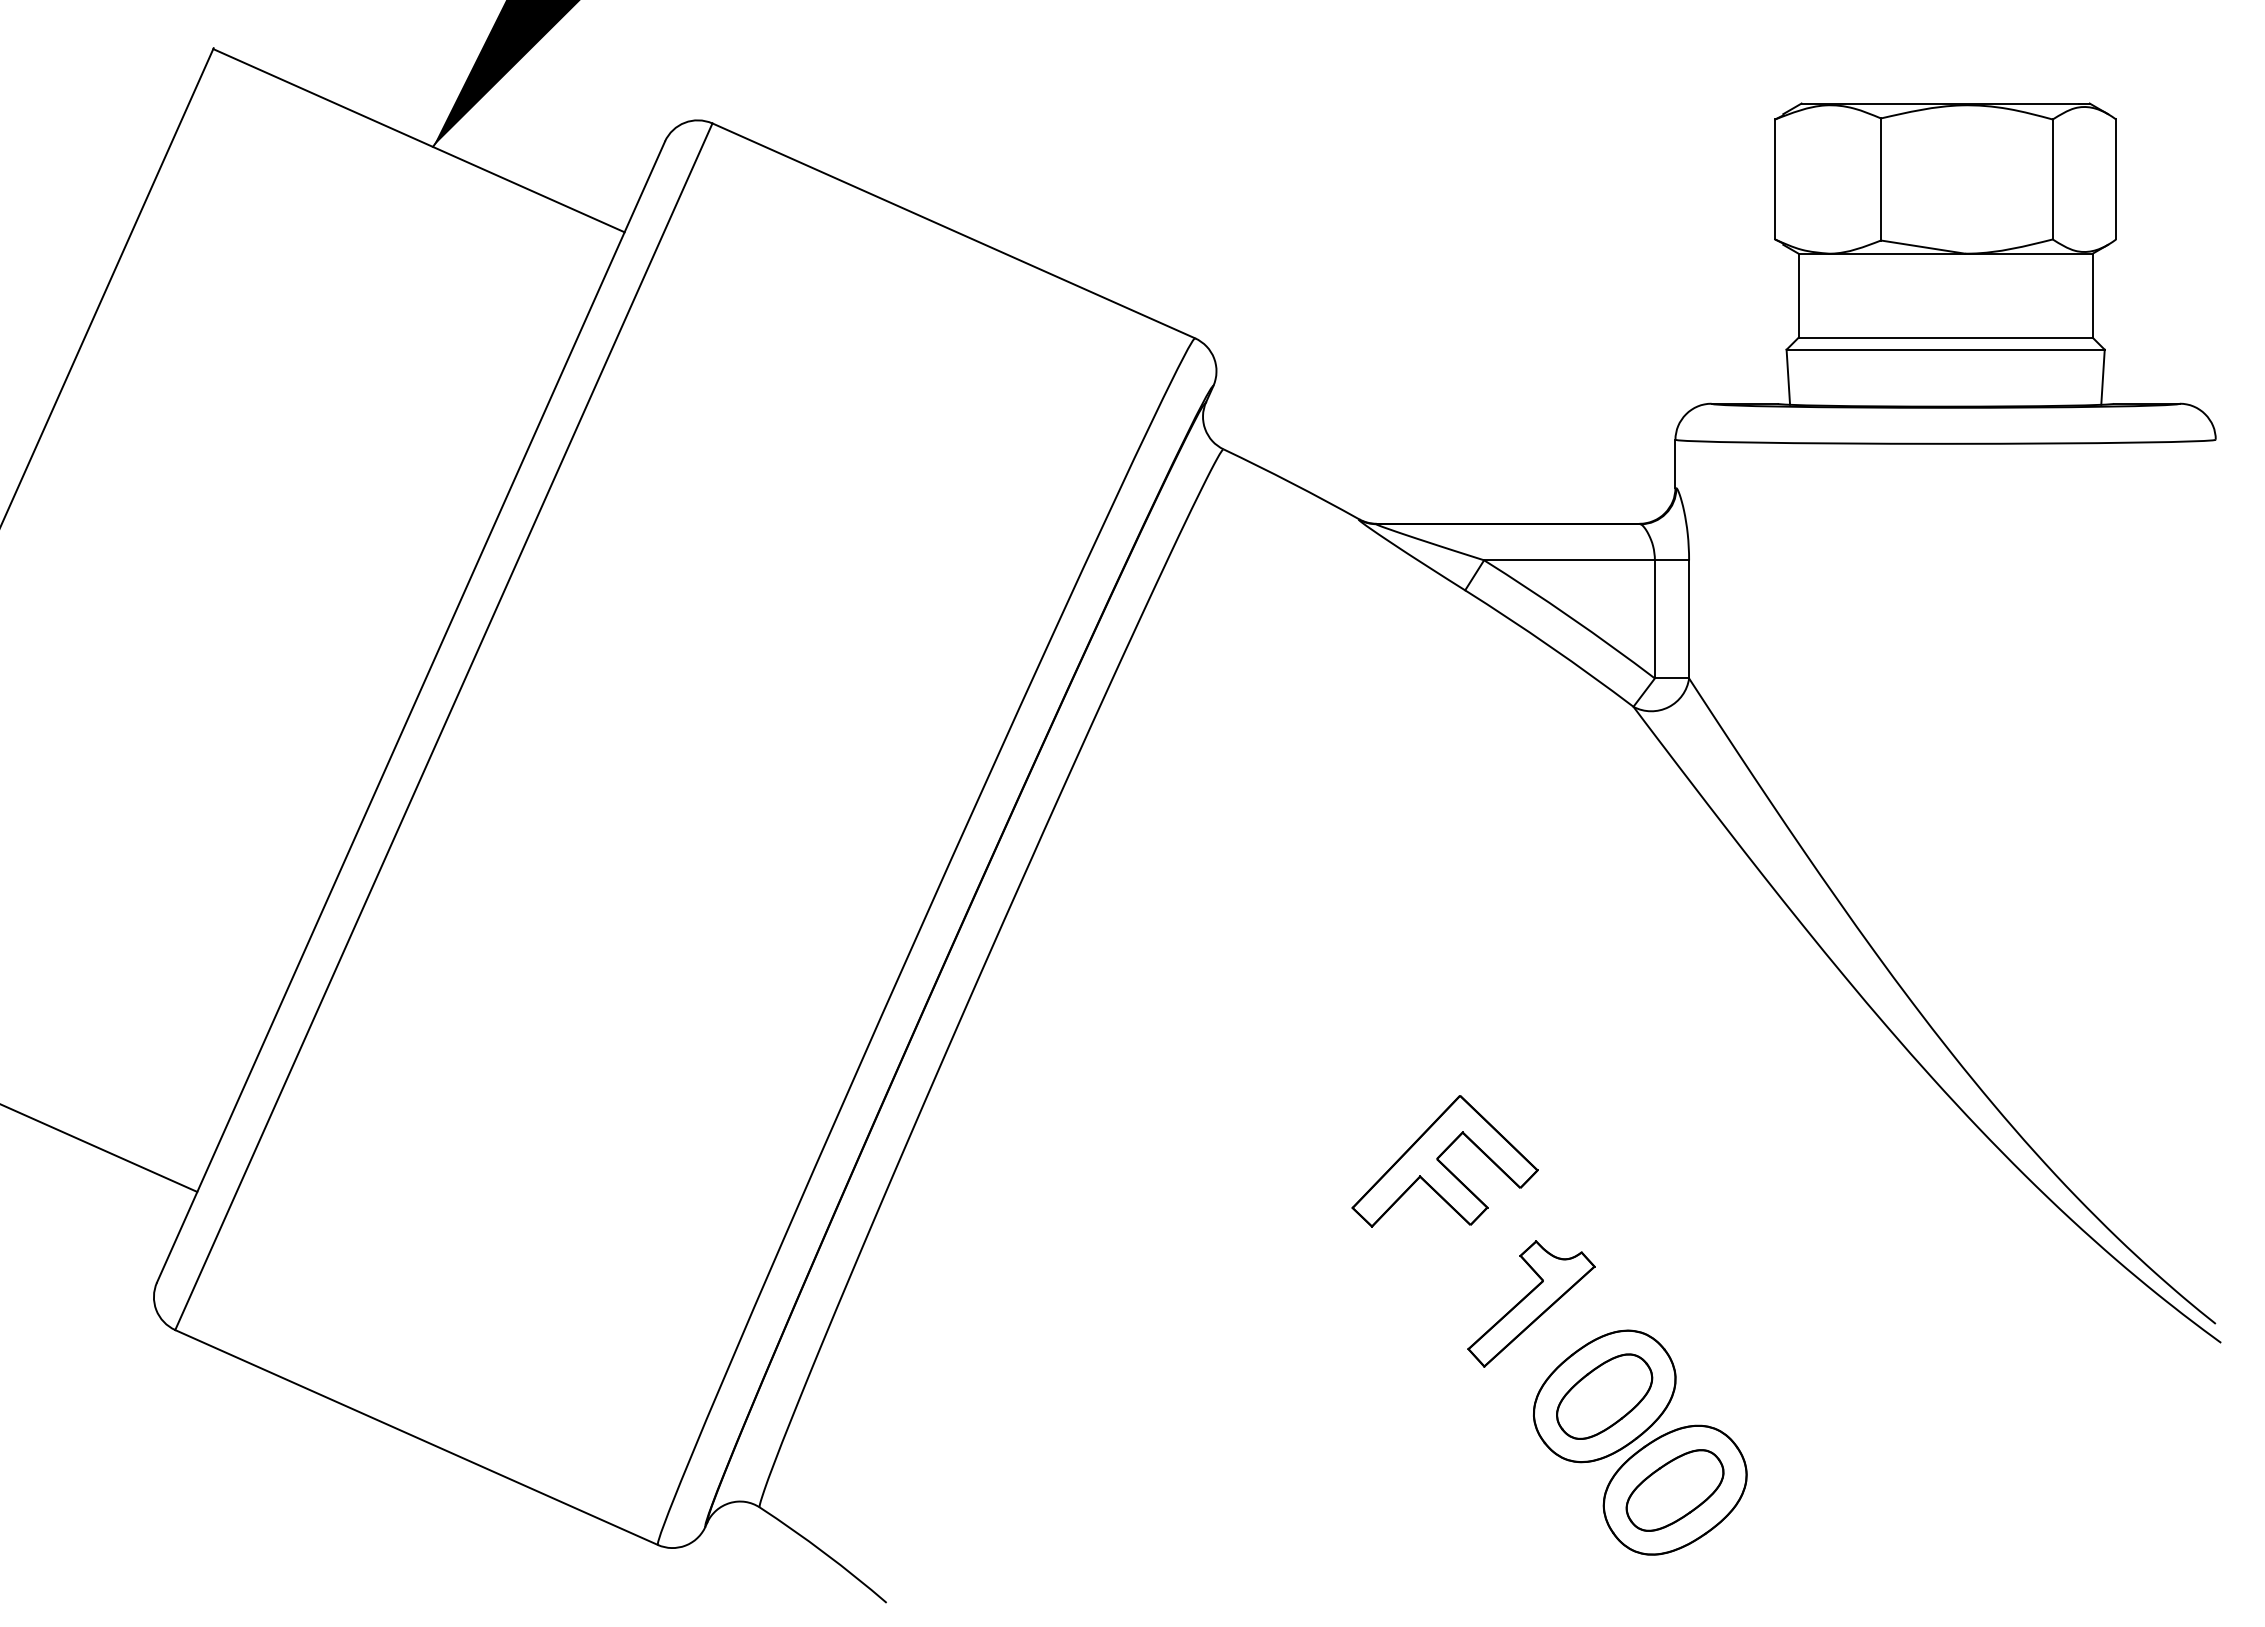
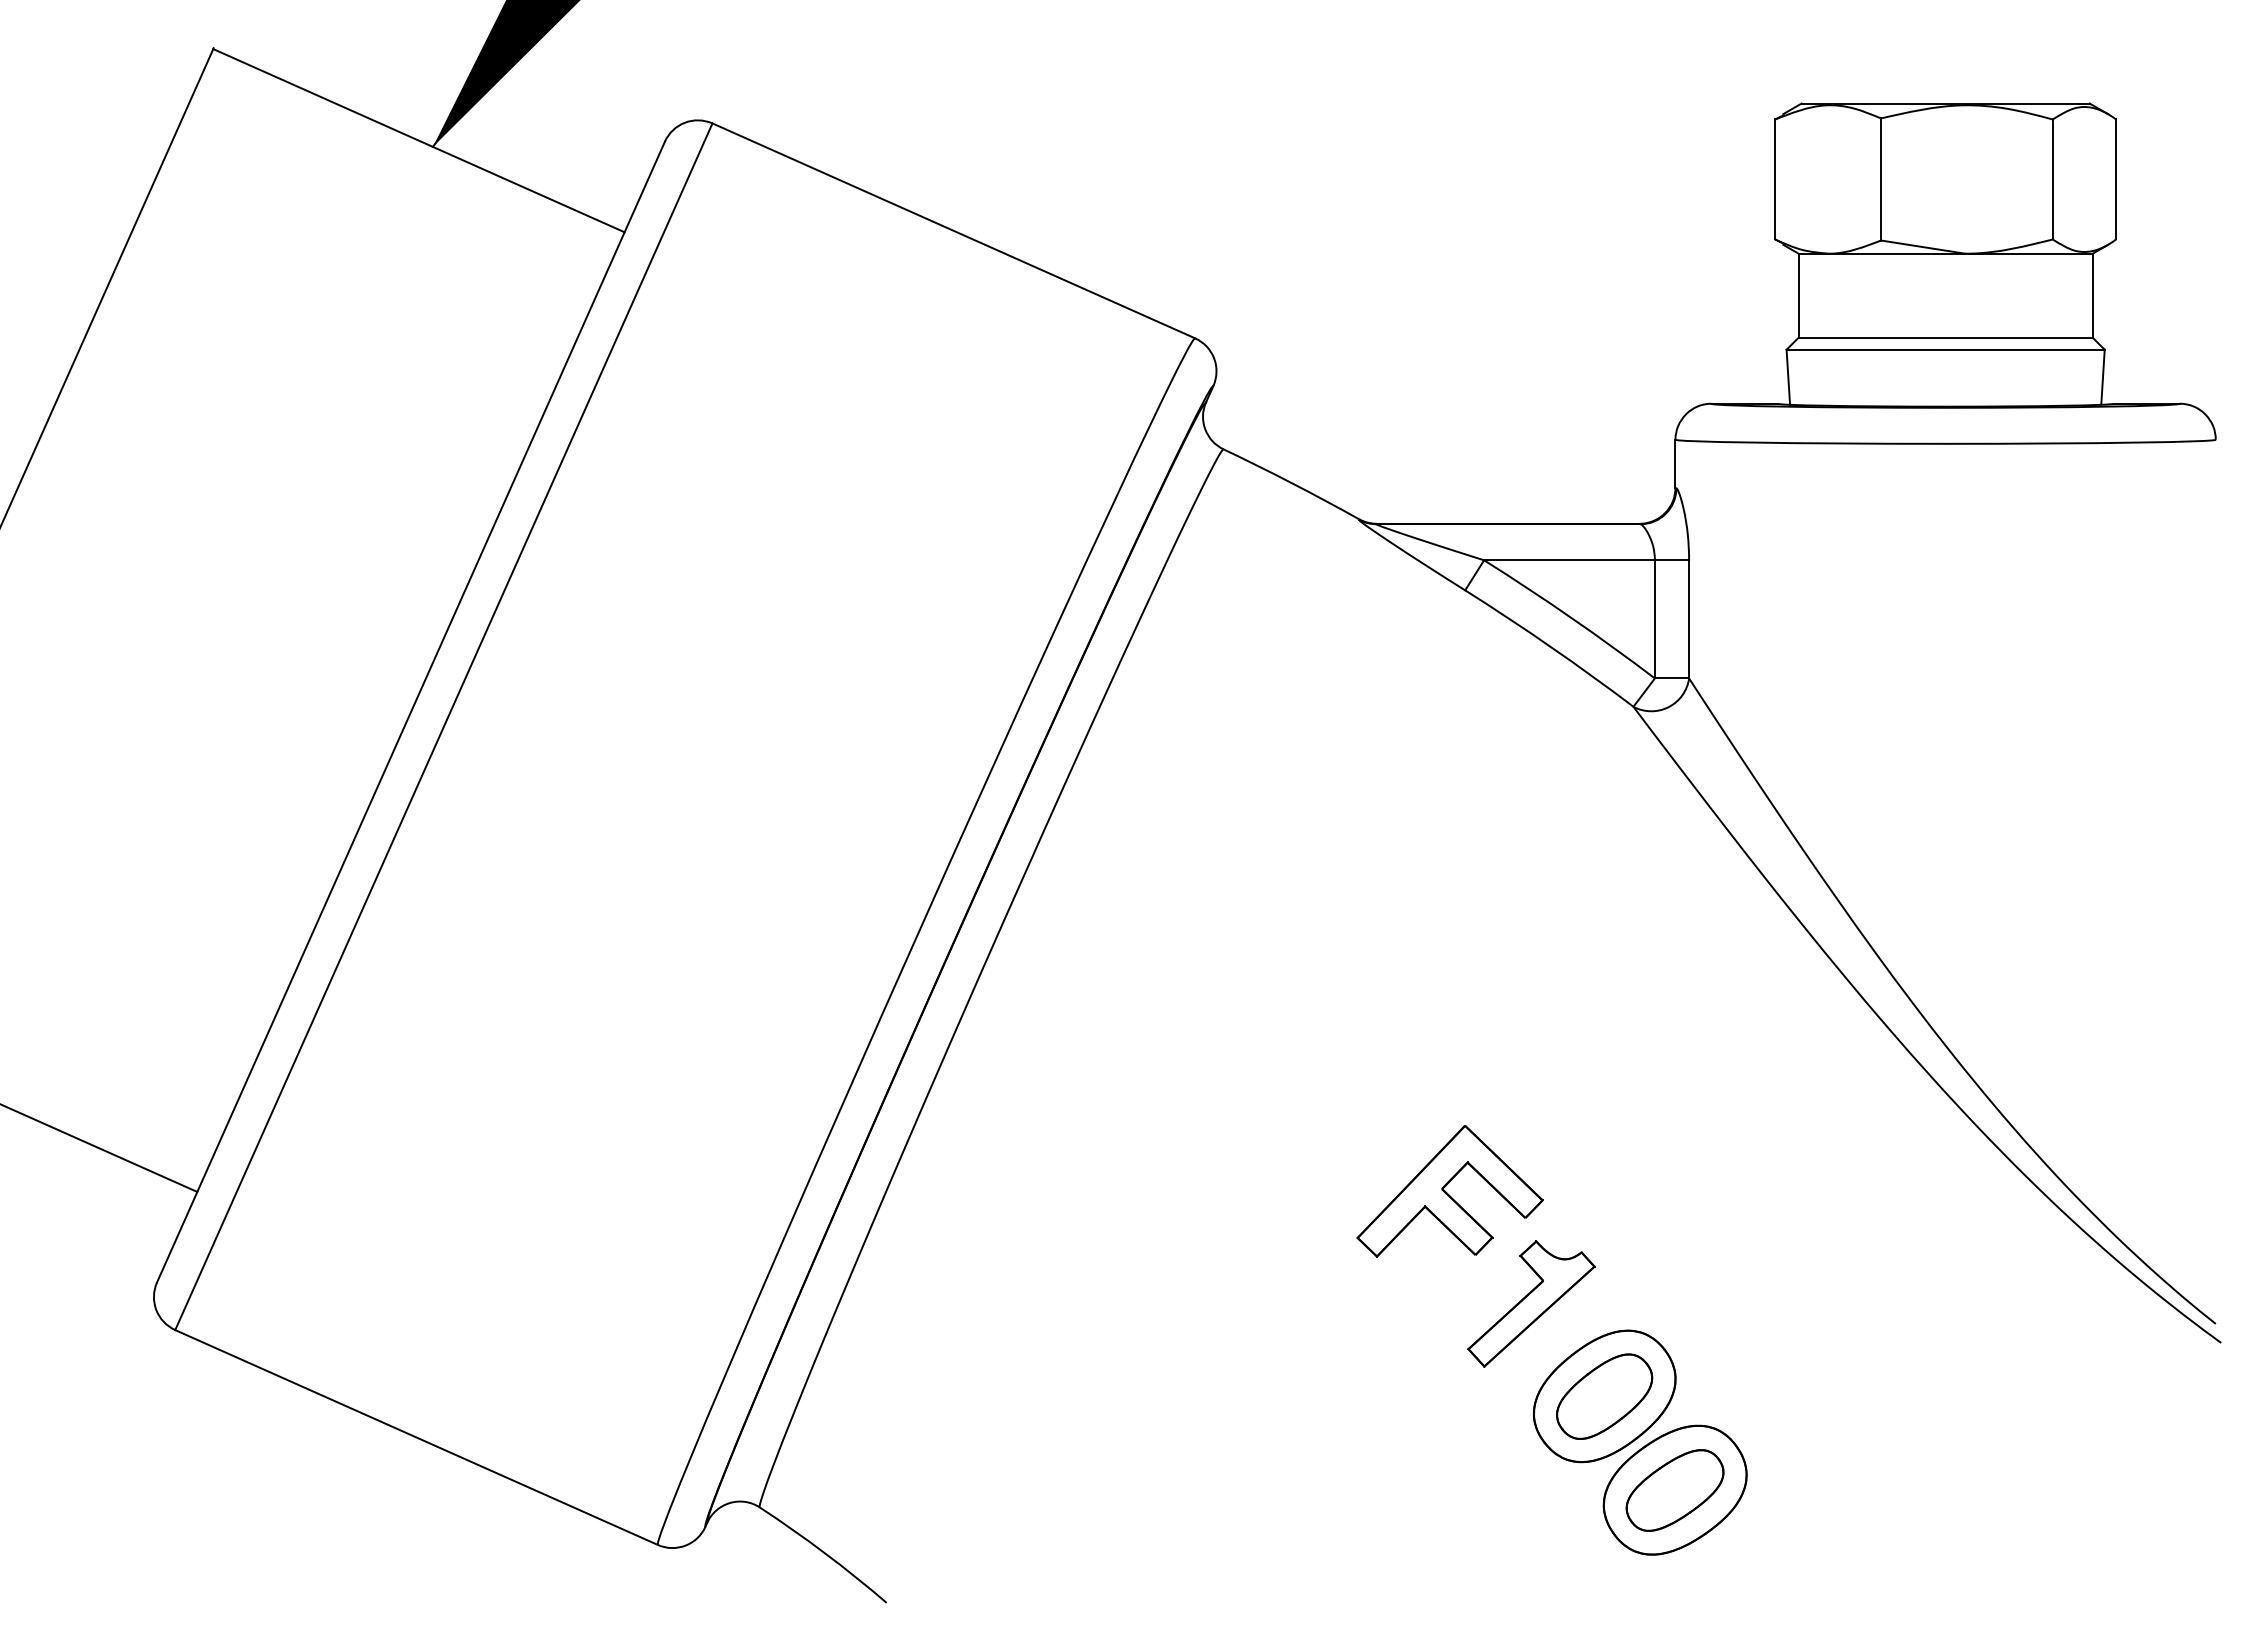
part at (1444, 1161) position: (1444, 1161) -> (1449, 1191)
